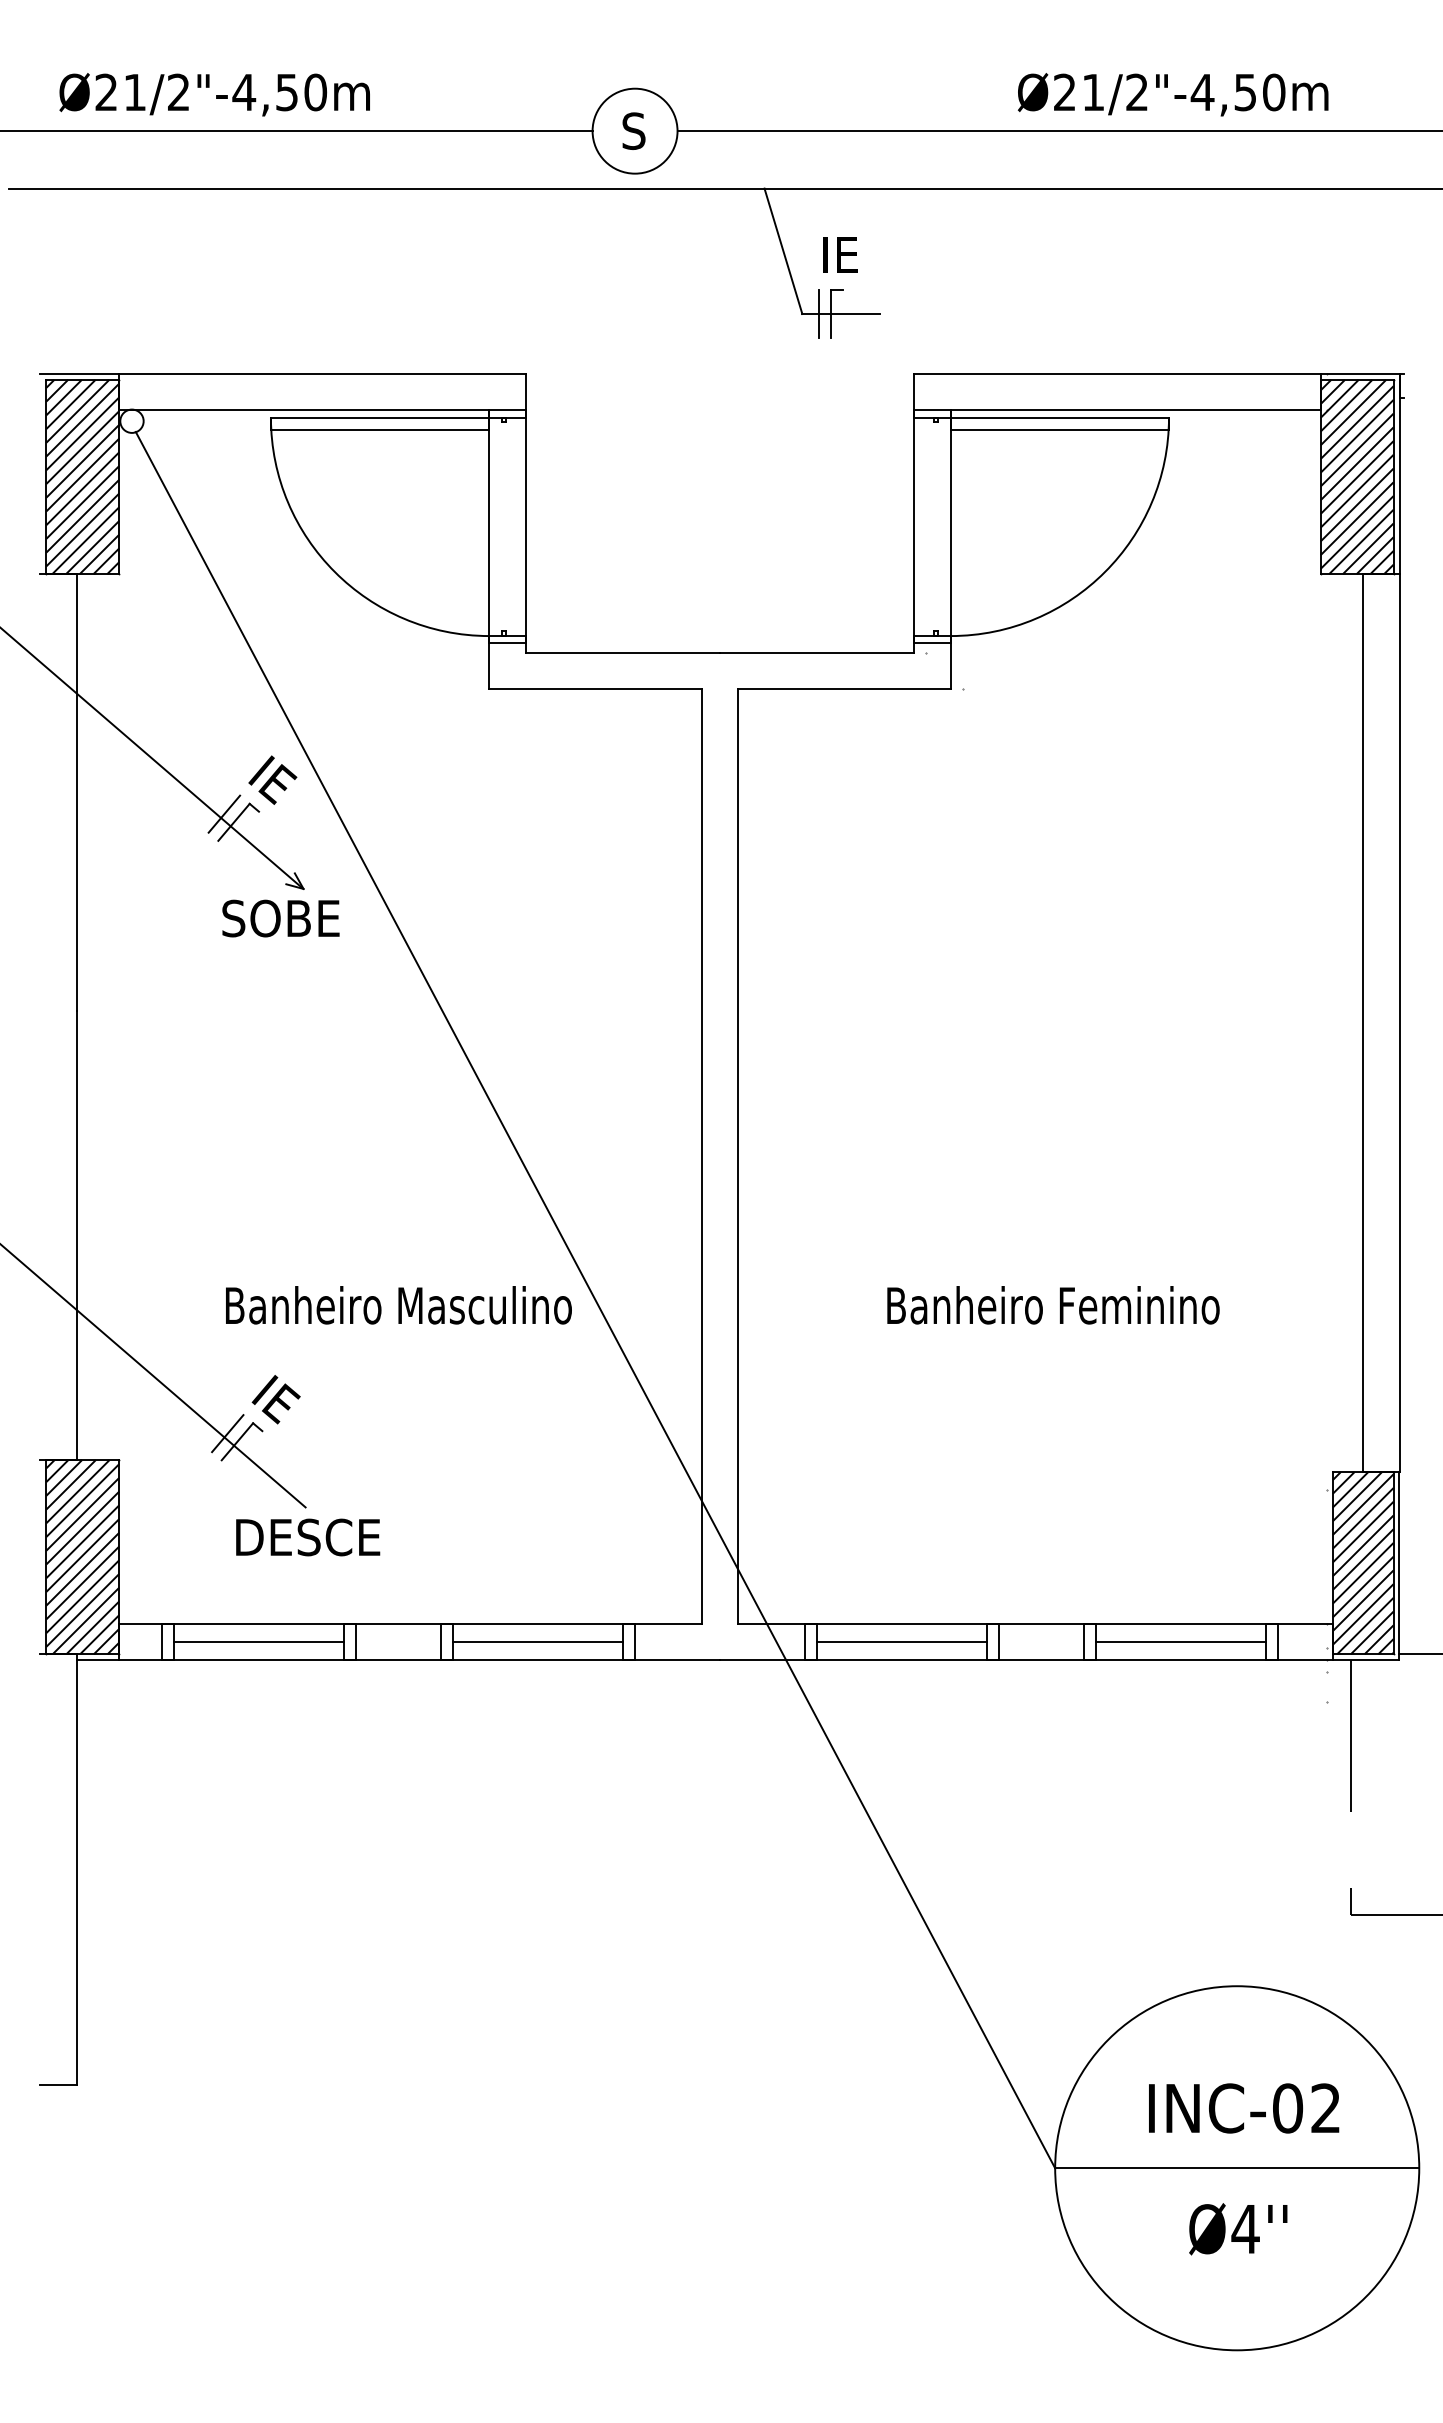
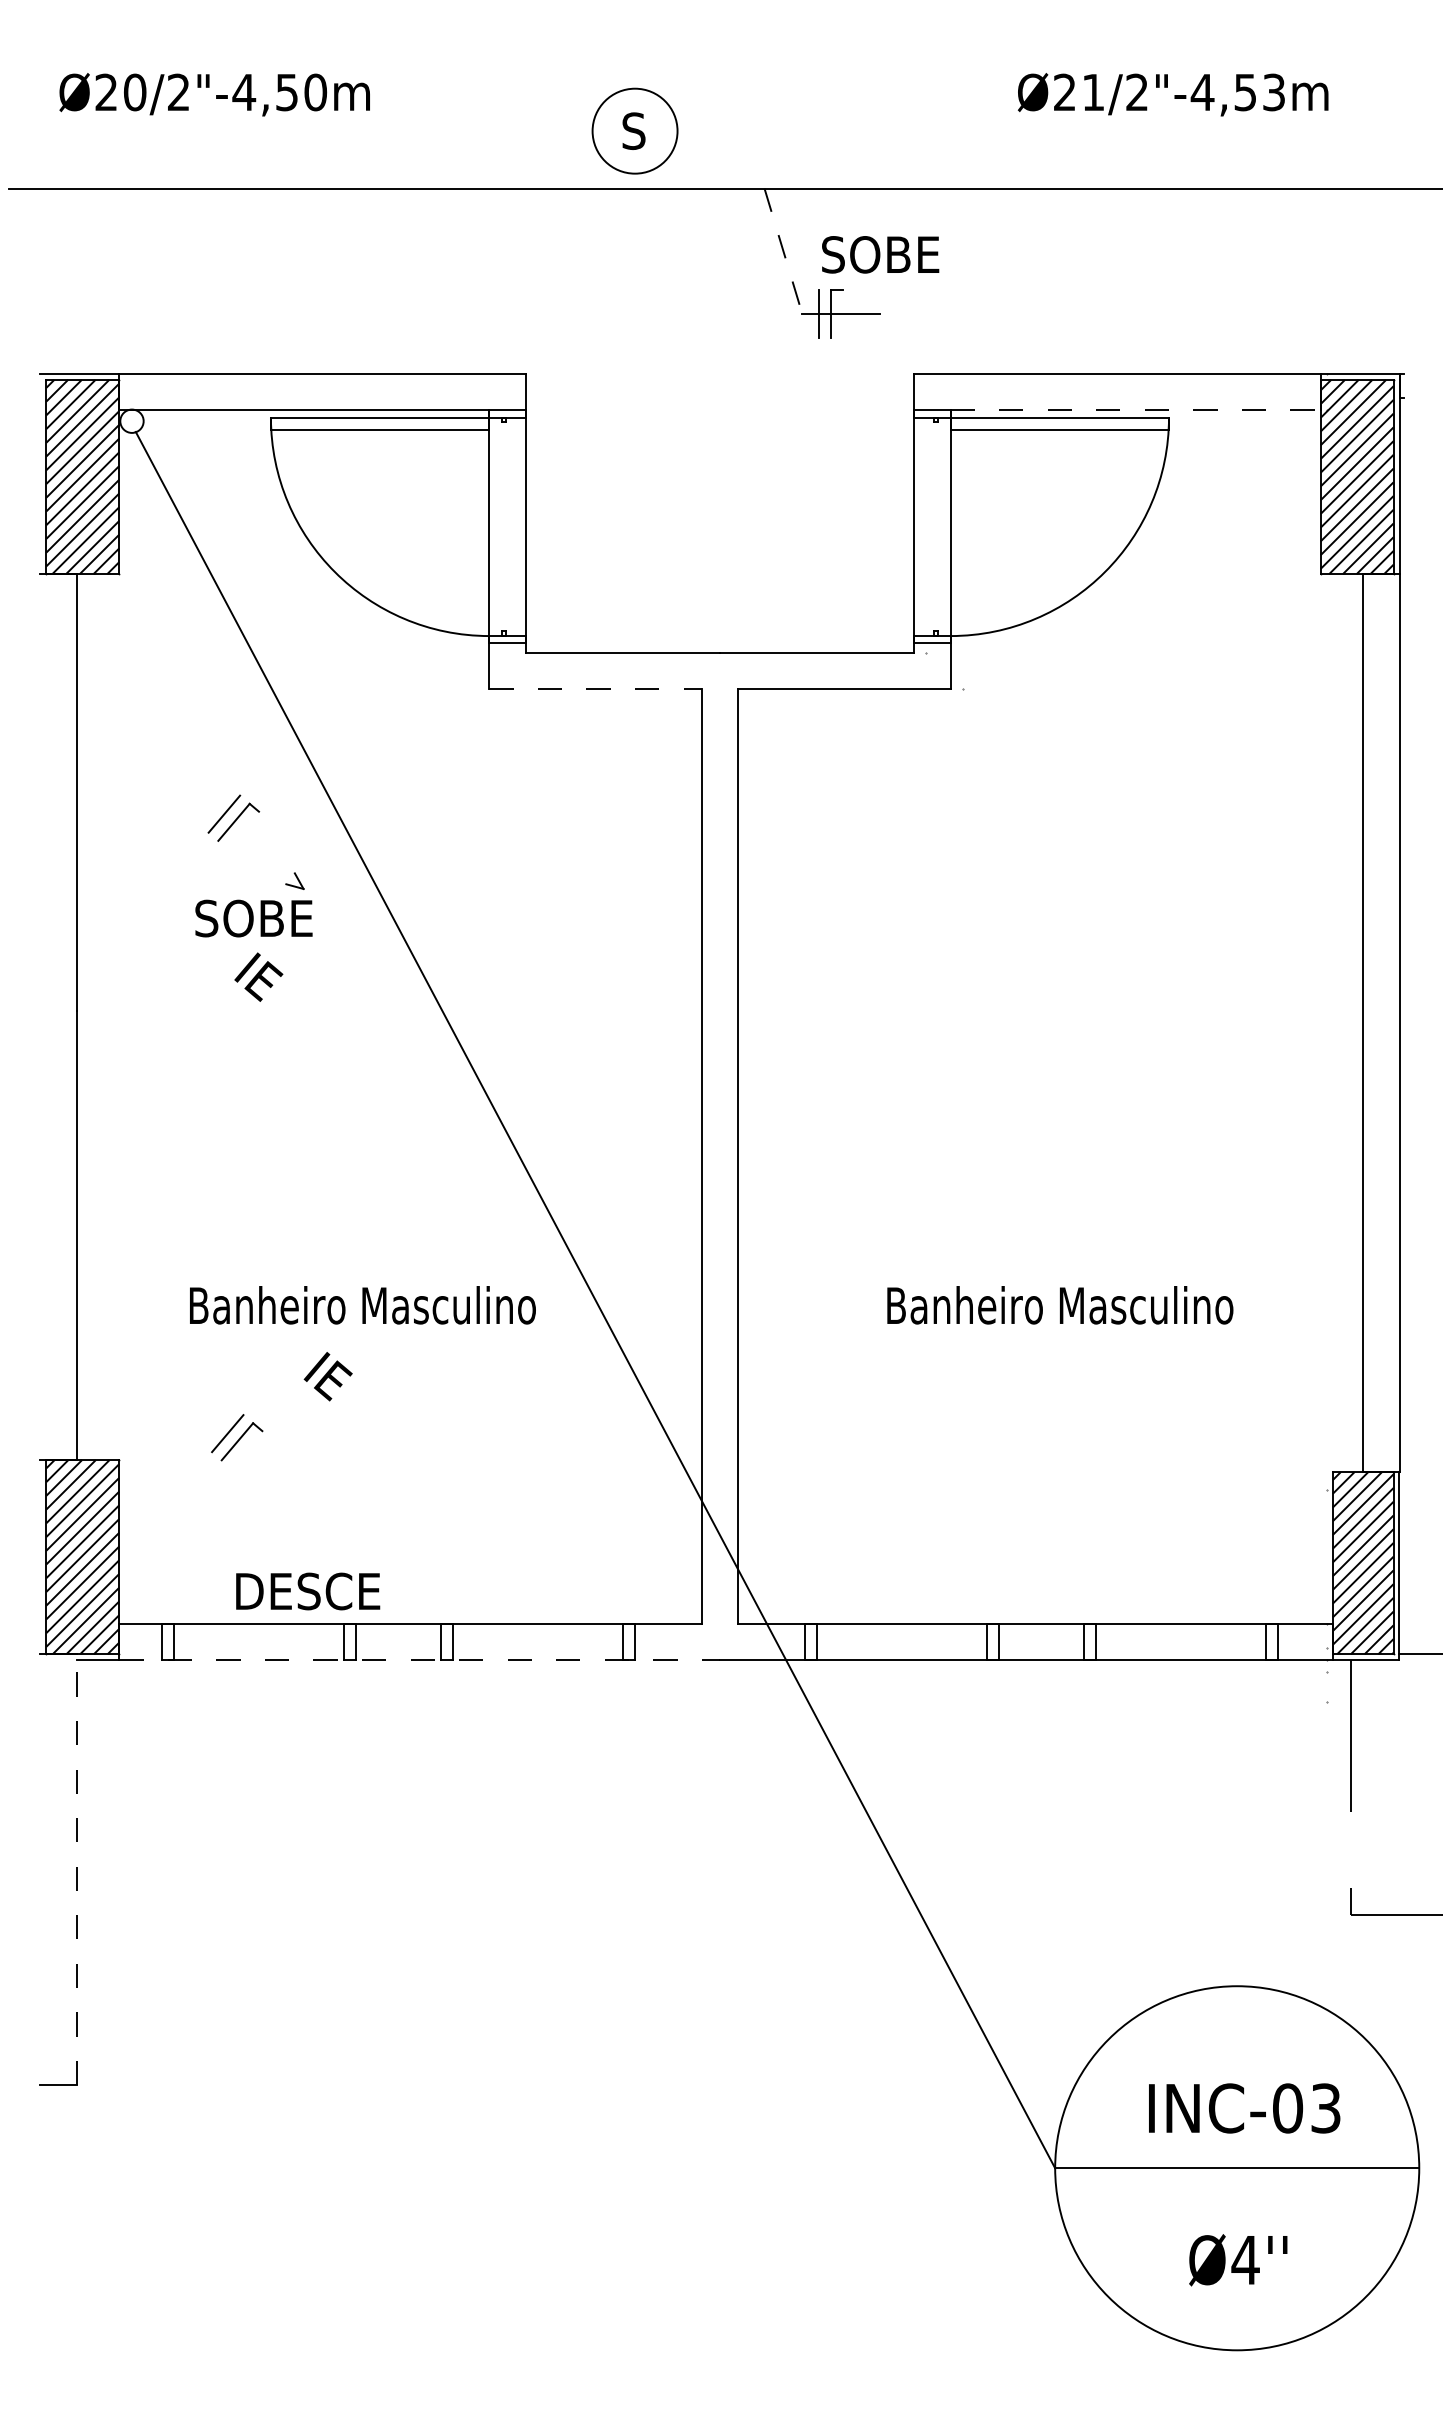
text at (135, 92): Ø21/2"-4,50m -> Ø20/2"-4,50m
text at (1274, 92): Ø21/2"-4,50m -> Ø21/2"-4,53m
line at (297, 131): present -> none
line at (1058, 131): present -> none
line at (783, 251): solid -> dashed
text at (880, 254): IE -> SOBE
line at (1136, 410): solid -> dashed
line at (596, 689): solid -> dashed
line at (152, 758): present -> none
text at (272, 779) position: (272, 779) -> (258, 976)
text at (280, 918) position: (280, 918) -> (253, 918)
text at (398, 1305) position: (398, 1305) -> (362, 1305)
text at (1148, 1305): Banheiro Feminino -> Banheiro Masculino
line at (153, 1376): present -> none
text at (275, 1399) position: (275, 1399) -> (327, 1376)
text at (308, 1537) position: (308, 1537) -> (308, 1591)
line at (258, 1642): present -> none
line at (537, 1642): present -> none
line at (902, 1642): present -> none
line at (1181, 1642): present -> none
line at (420, 1660): solid -> dashed
line at (76, 1869): solid -> dashed
text at (1325, 2108): INC-02 -> INC-03
text at (1238, 2229) position: (1238, 2229) -> (1238, 2260)
